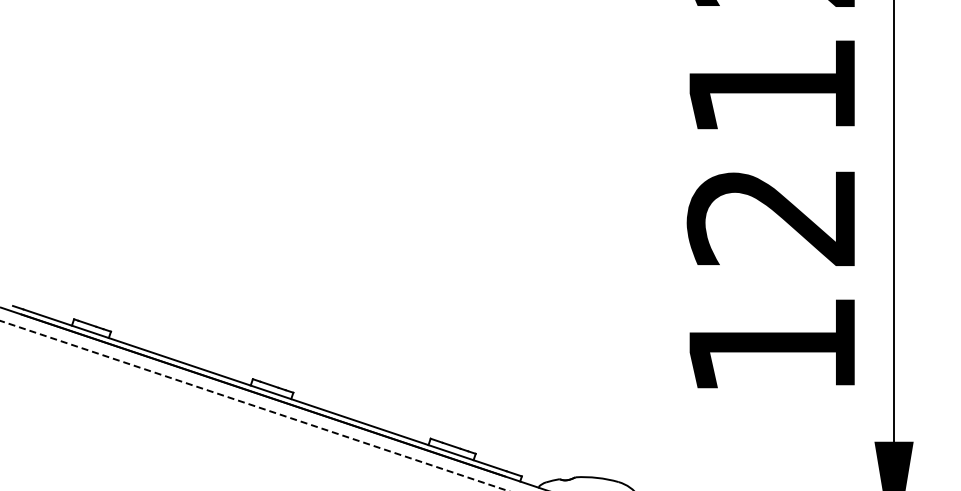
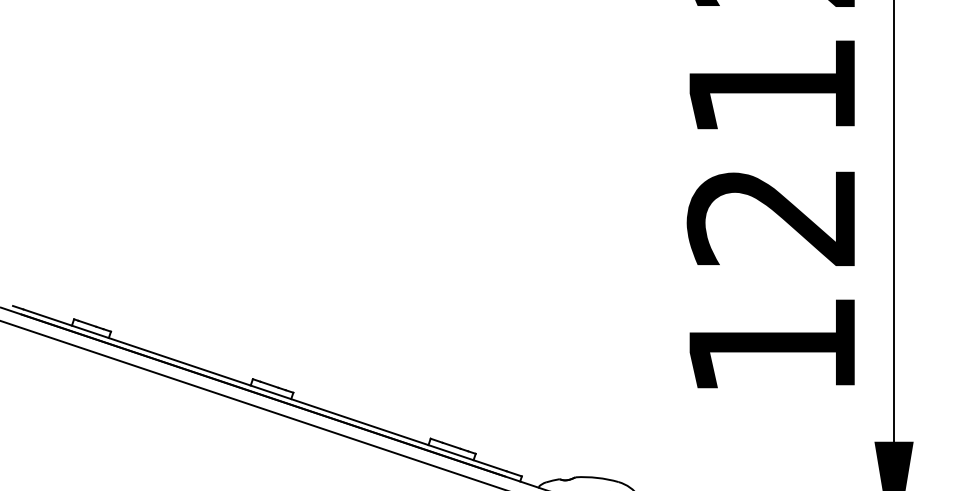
line at (253, 405): dashed -> solid
